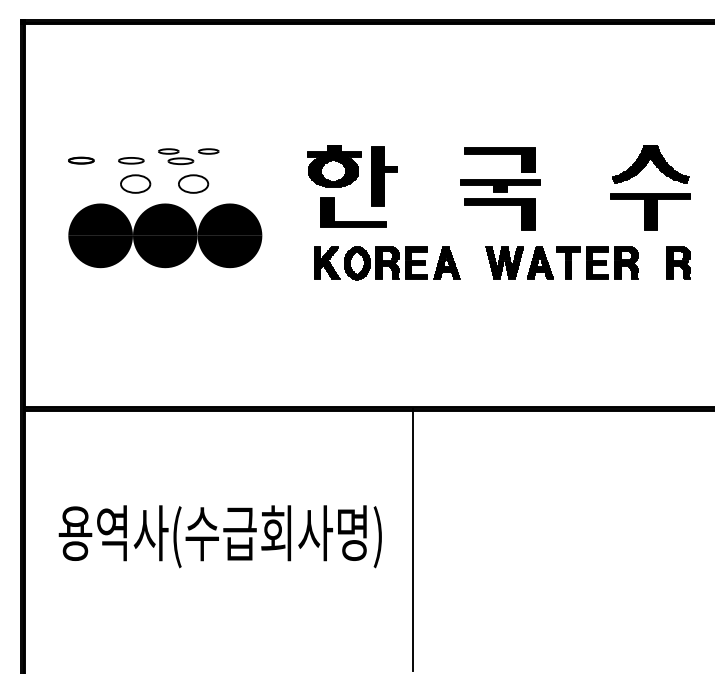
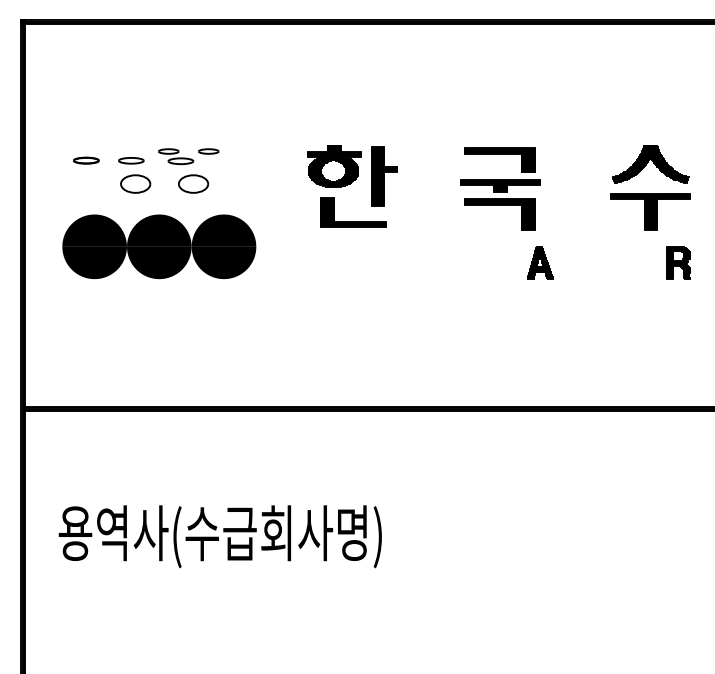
part at (81, 160) position: (81, 160) -> (86, 160)
part at (165, 235) position: (165, 235) -> (159, 246)
part at (504, 262): present -> none
part at (597, 262): present -> none
part at (387, 263): present -> none
line at (413, 539): present -> none
